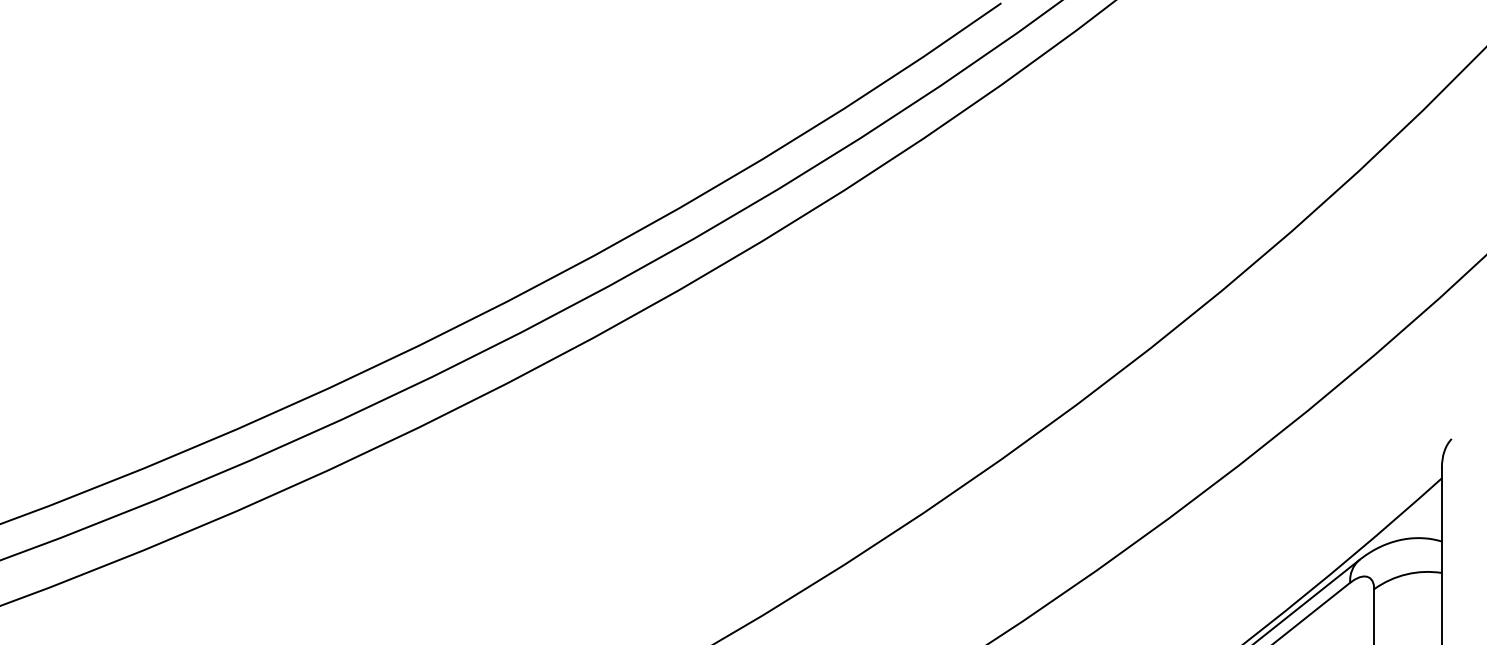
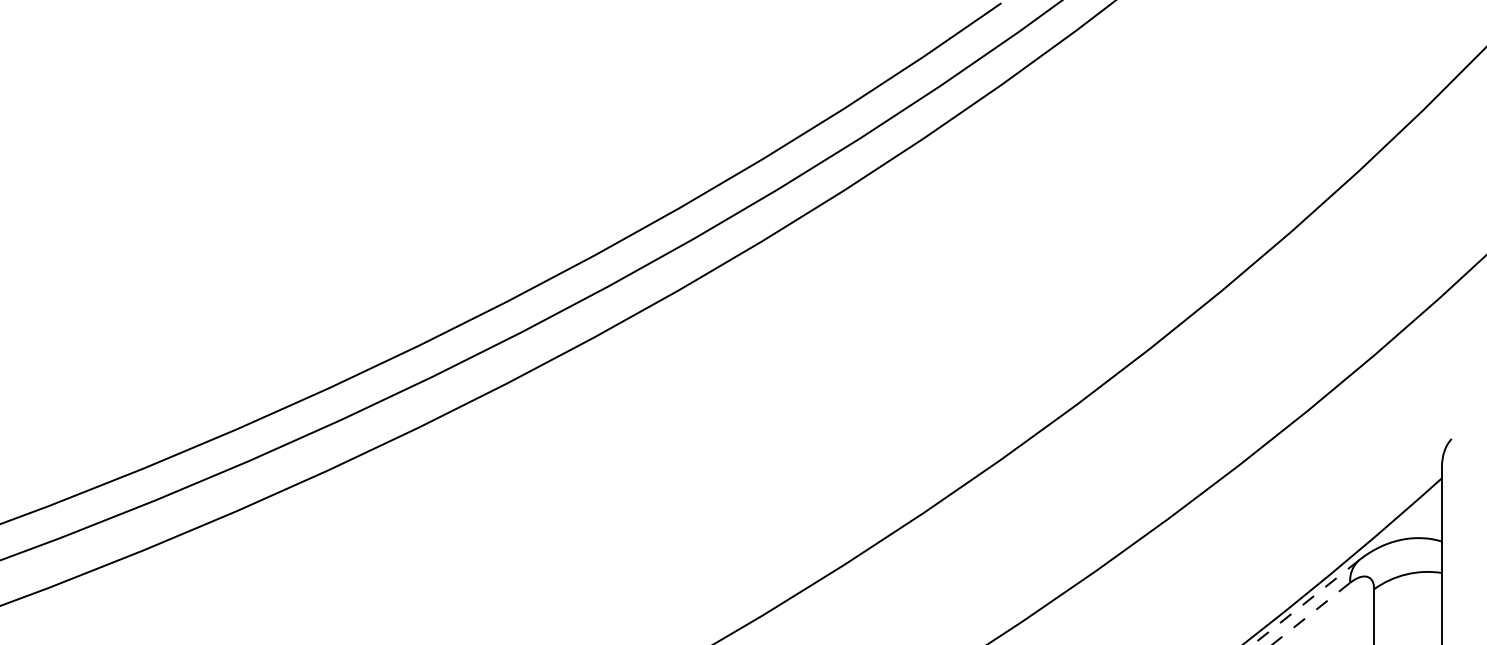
line at (1306, 602): solid -> dashed
line at (1311, 613): solid -> dashed
